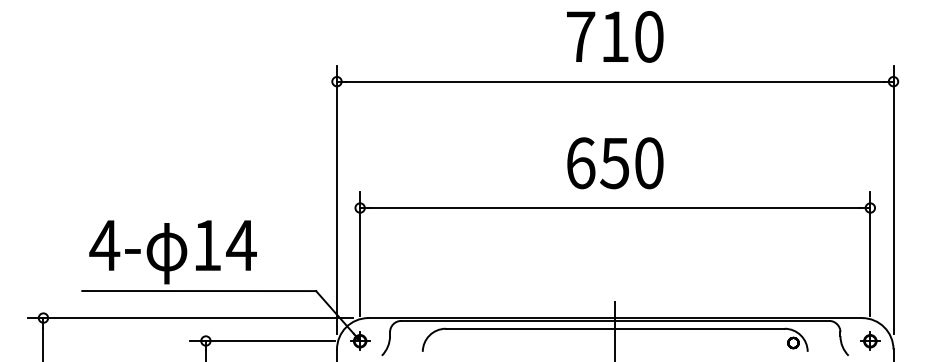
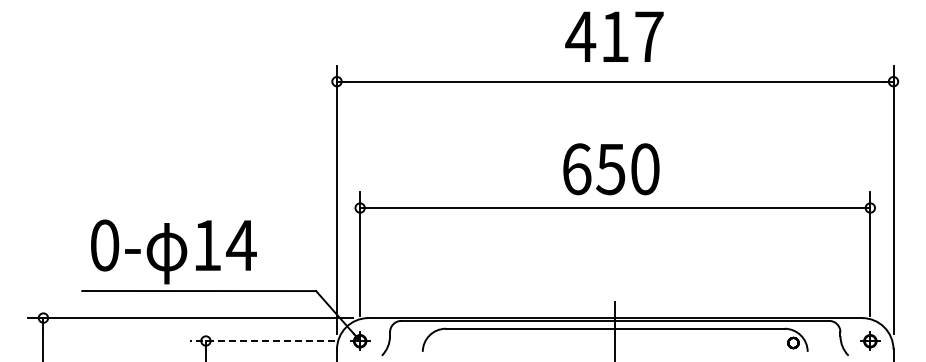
text at (614, 36): 710 -> 417
text at (615, 163) position: (615, 163) -> (611, 169)
text at (104, 245): 4- -> 0-
line at (262, 341): solid -> dashed
